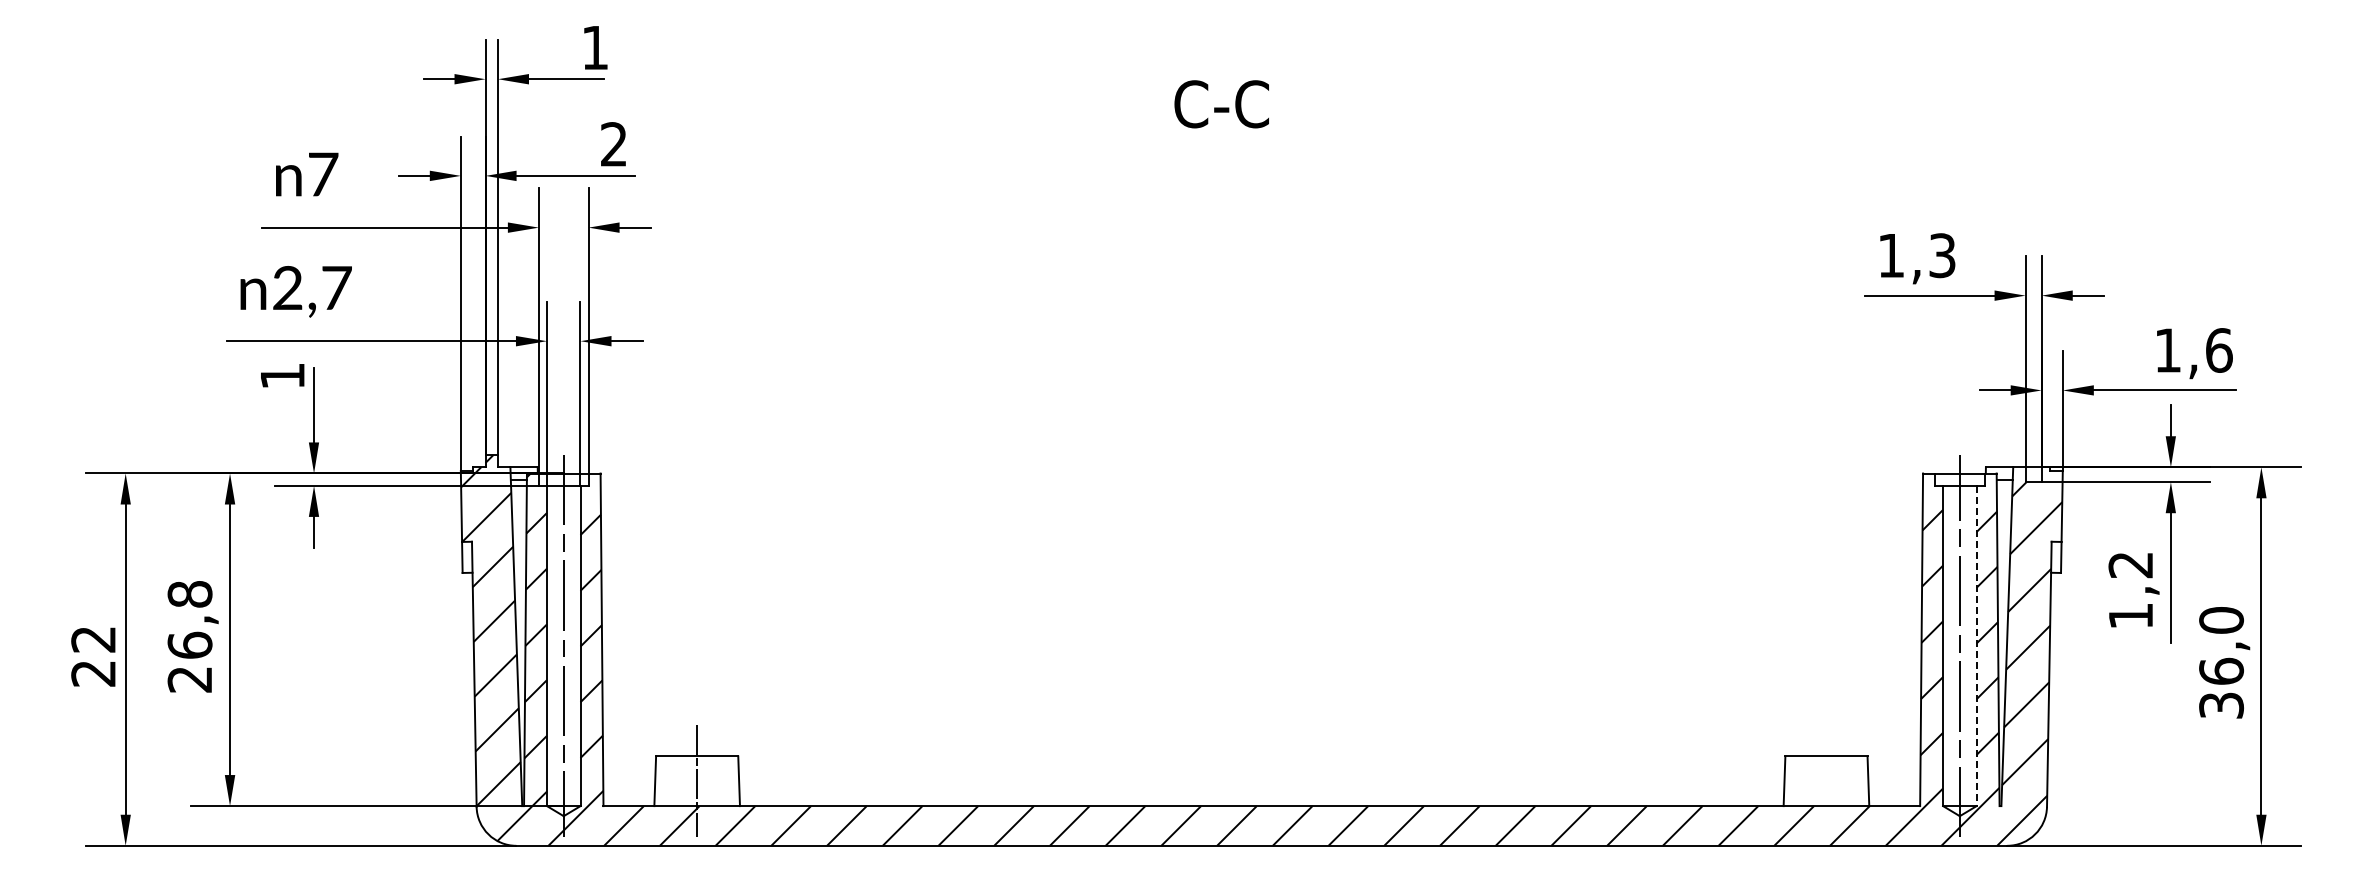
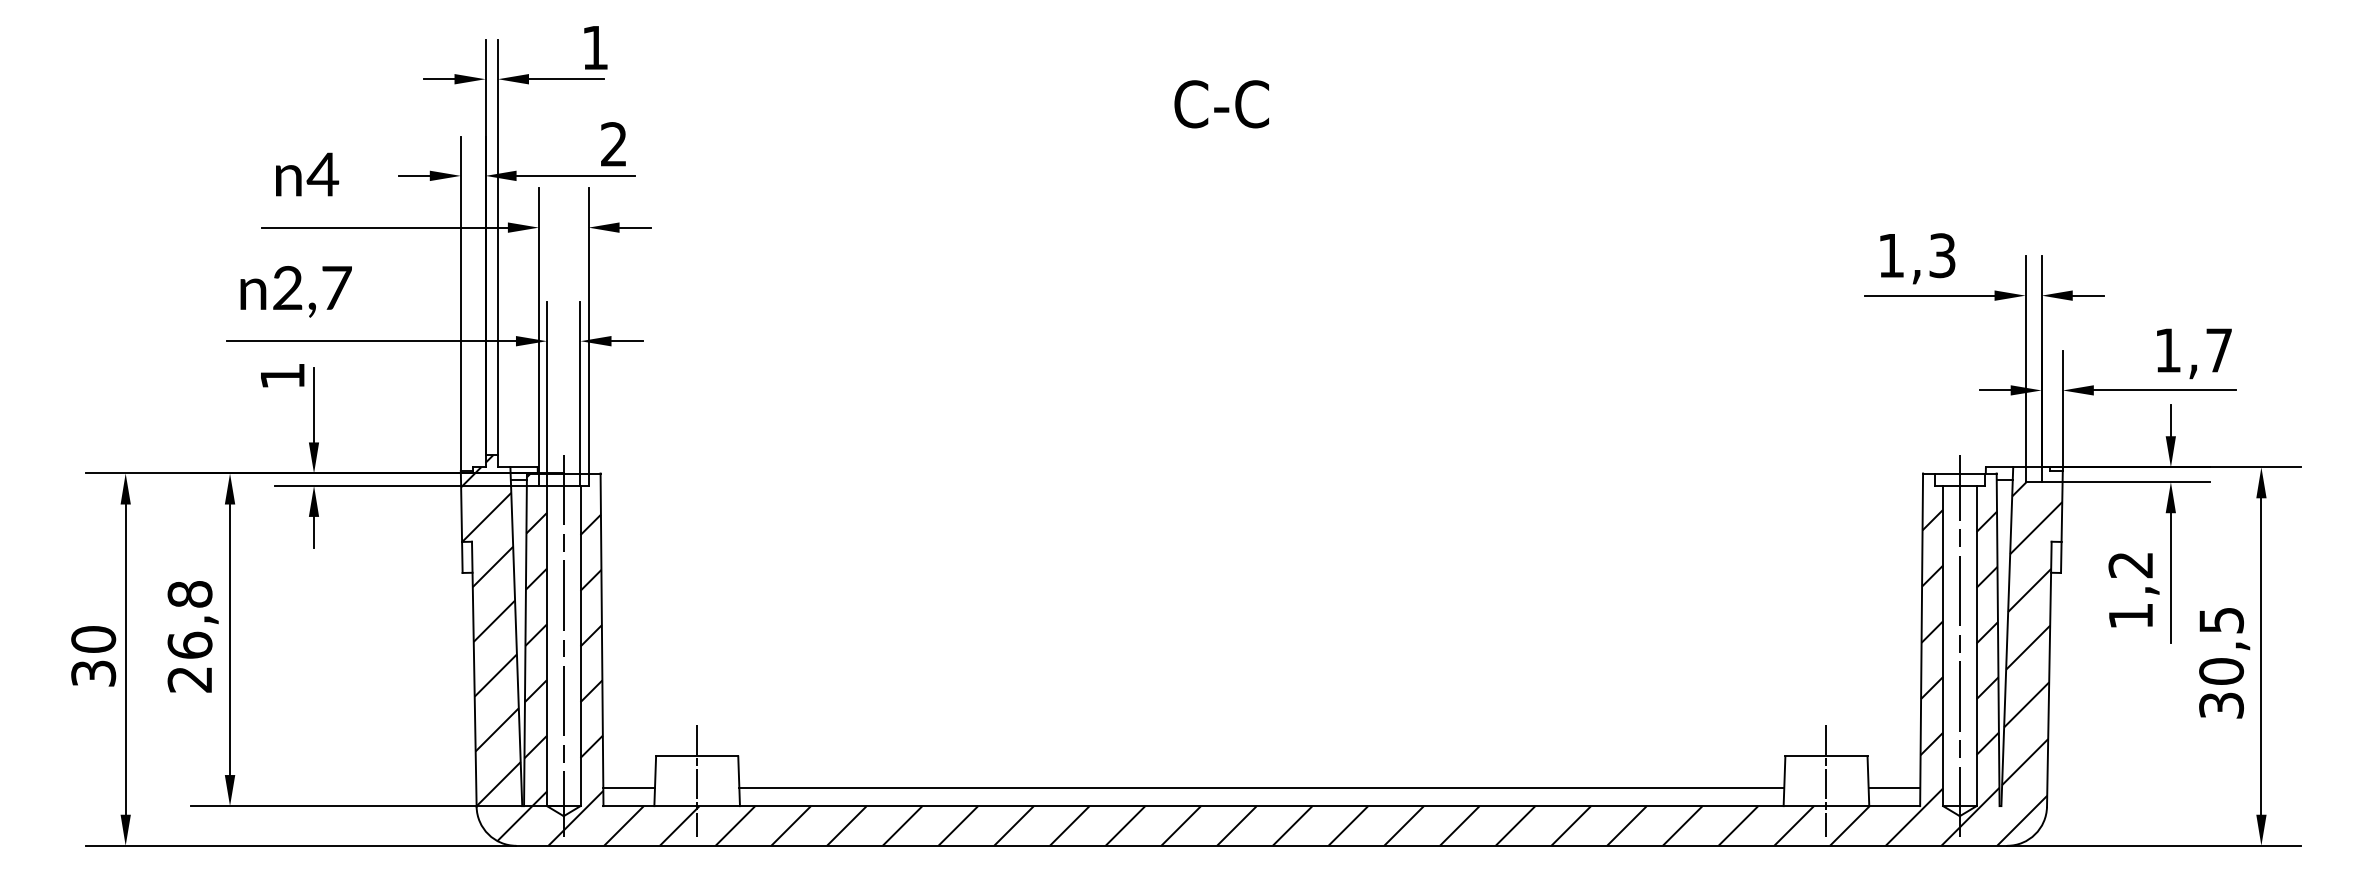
text at (322, 174): 7 -> 4
text at (2219, 350): 1,6 -> 1,7
text at (2221, 645): 36,0 -> 30,5
line at (1976, 646): dashed -> solid
text at (93, 656): 22 -> 30
line at (1826, 781): none -> present
line at (629, 787): none -> present
line at (1261, 787): none -> present
line at (1894, 787): none -> present
